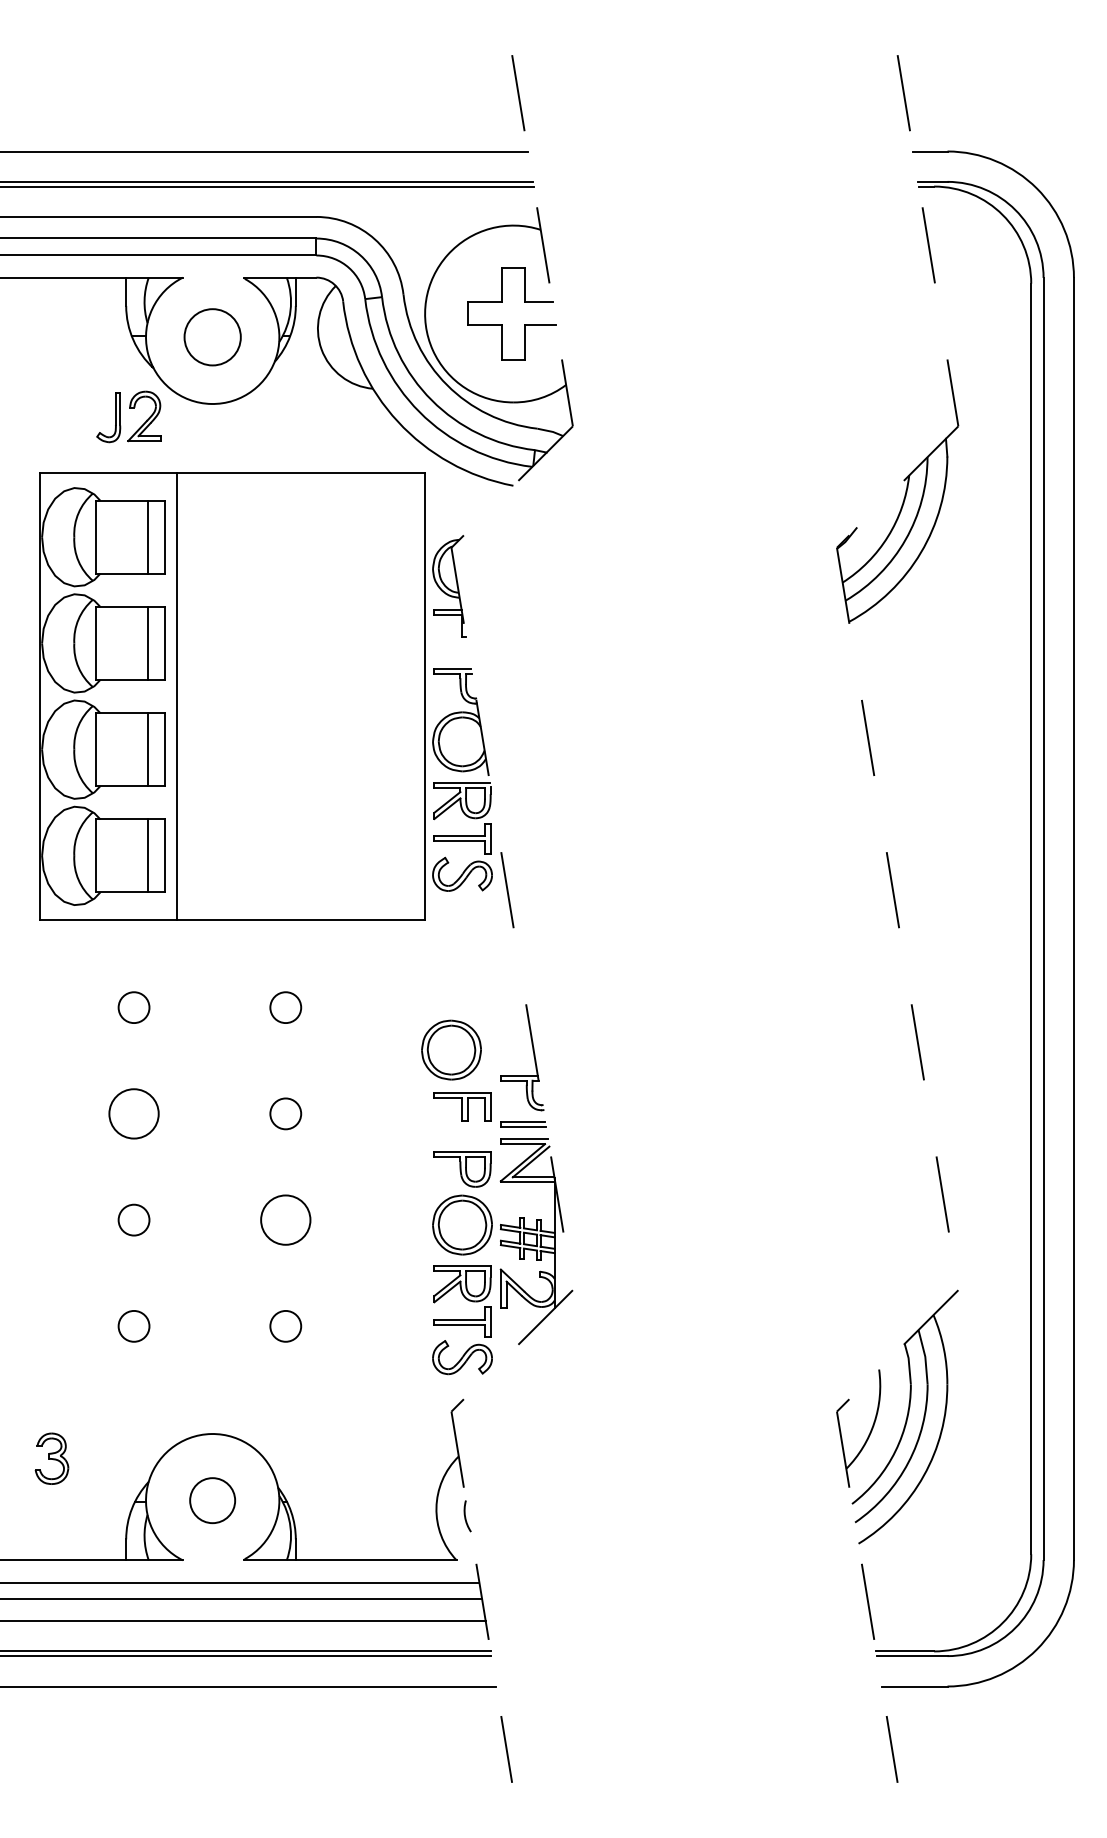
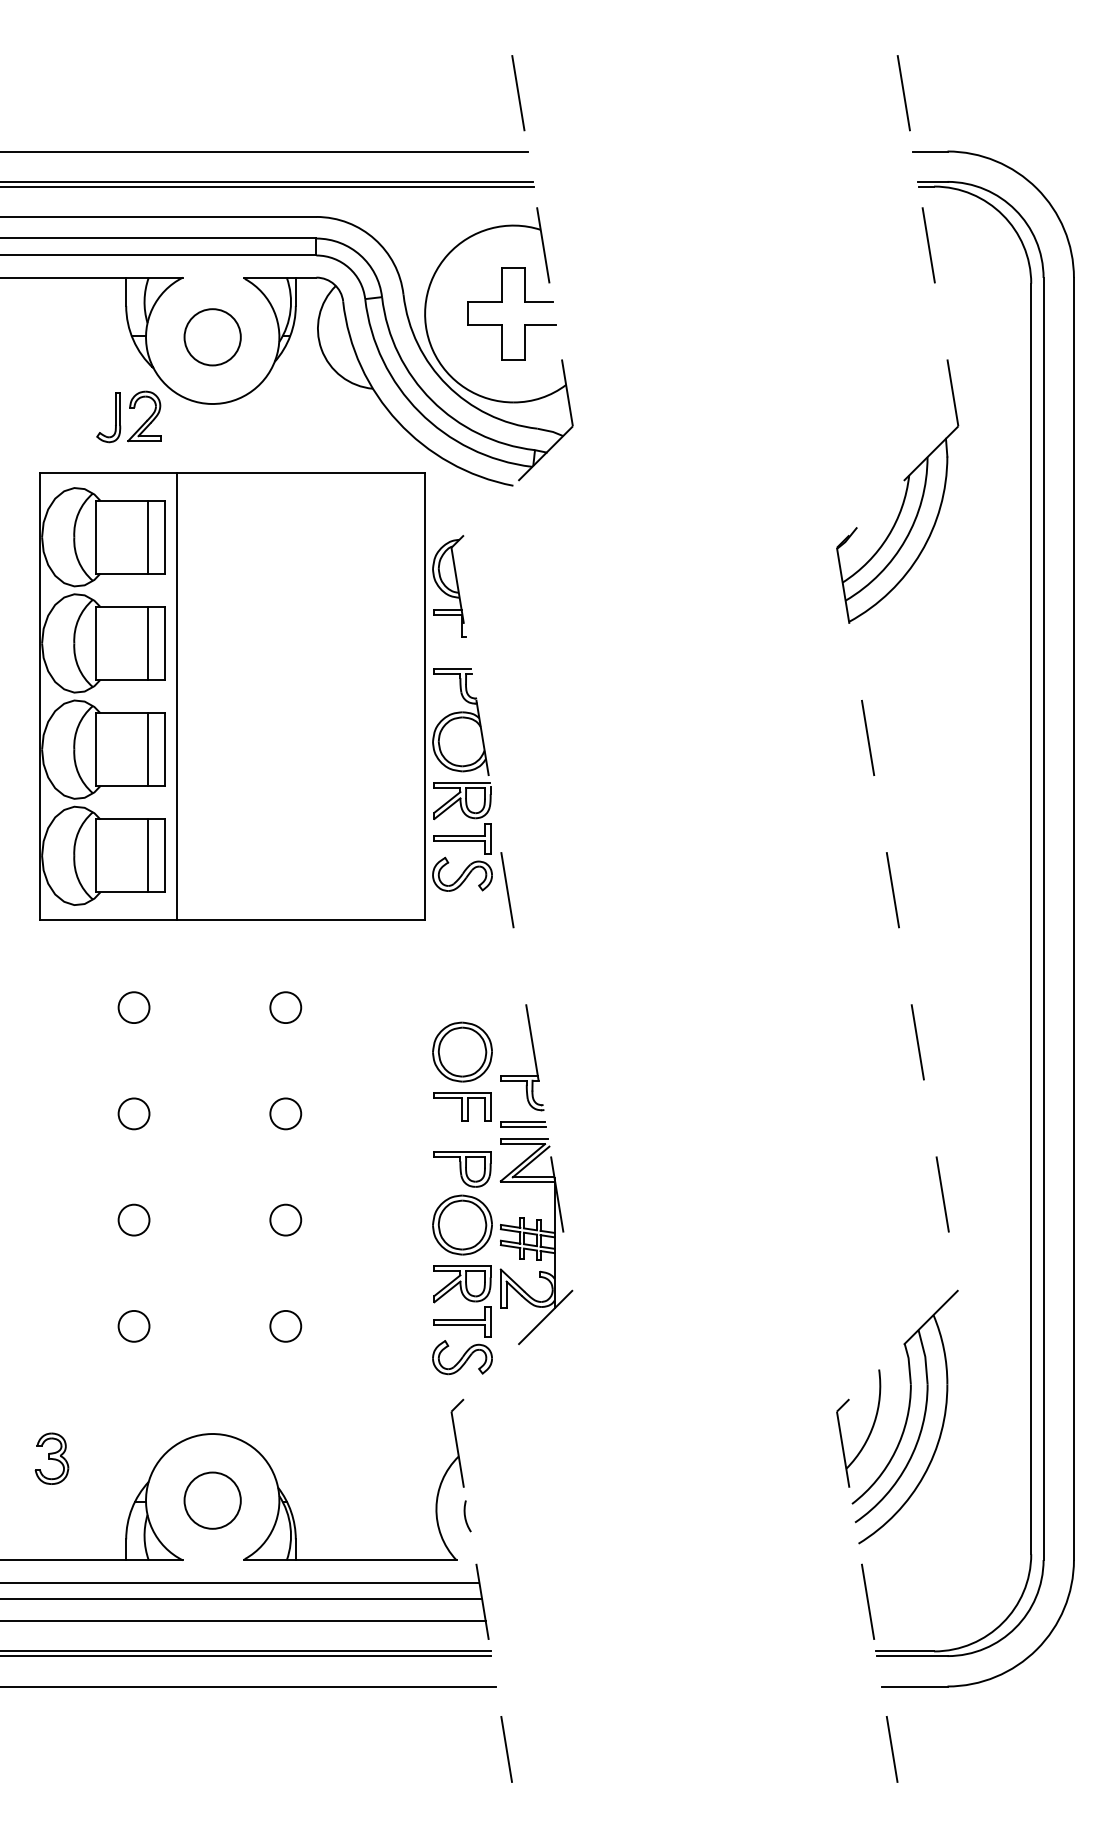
part at (451, 1049) position: (451, 1049) -> (462, 1051)
circle at (133, 1113) diameter: 49 px -> 31 px
circle at (285, 1219) diameter: 49 px -> 31 px
circle at (212, 1500) size: 48x48 px -> 59x59 px
